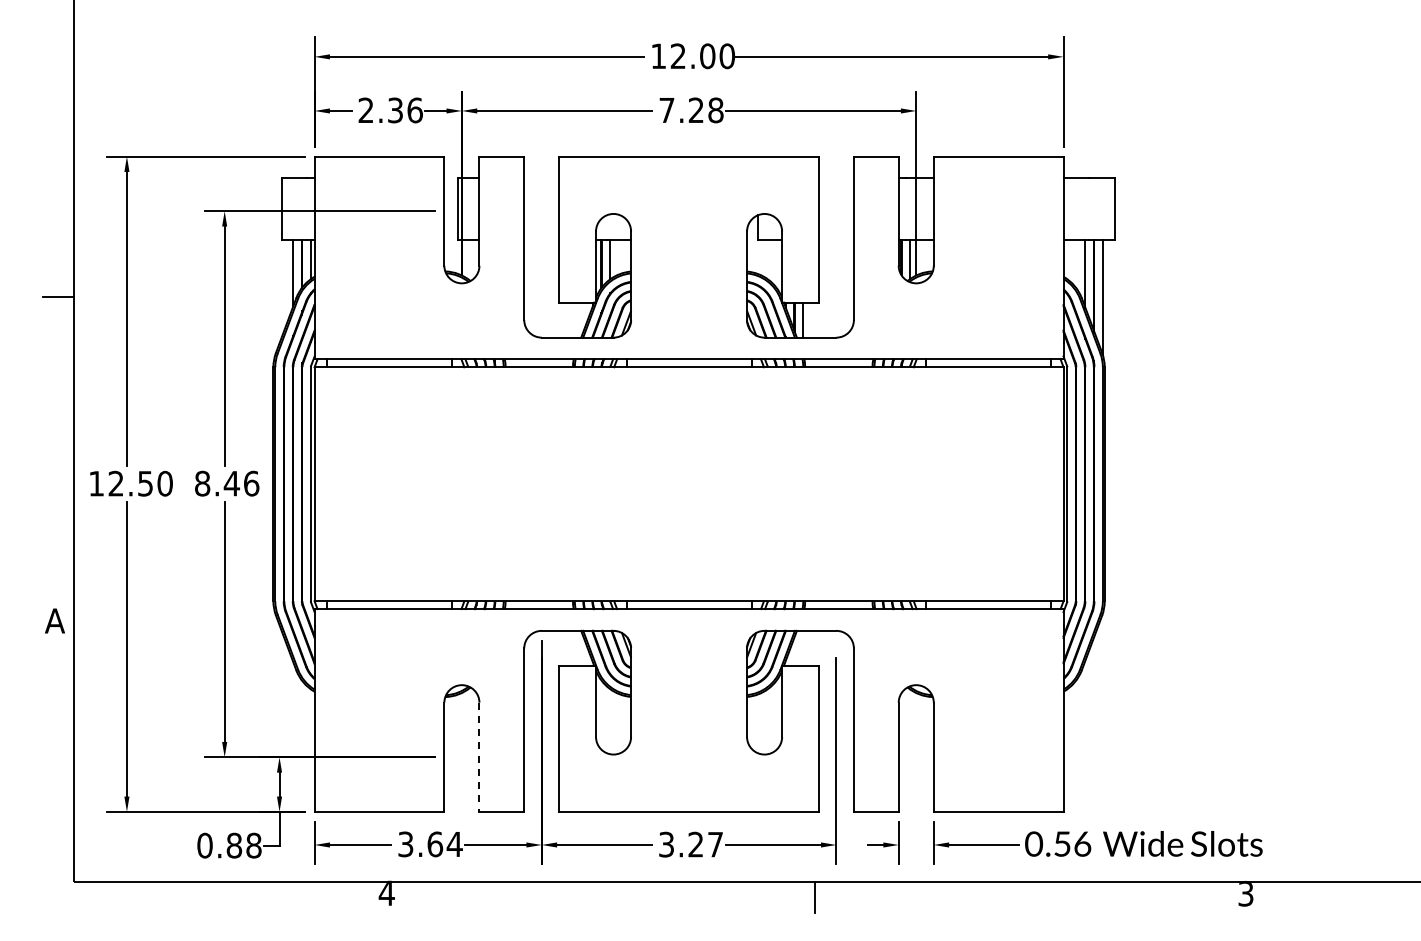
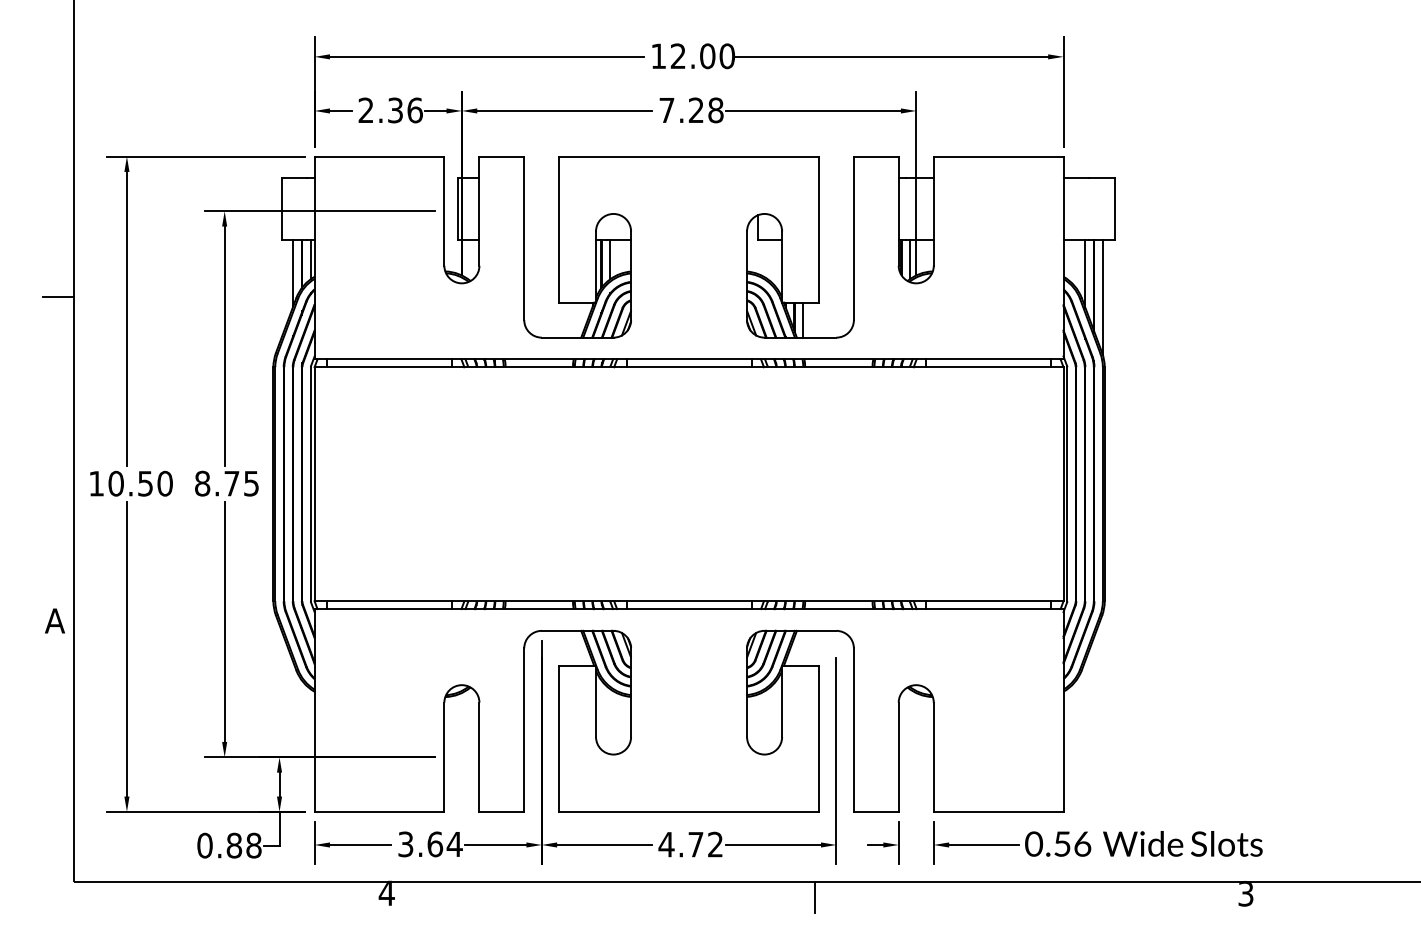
text at (115, 483): 12.50 -> 10.50
text at (241, 483): 8.46 -> 8.75
line at (479, 757): dashed -> solid
text at (690, 844): 3.27 -> 4.72
